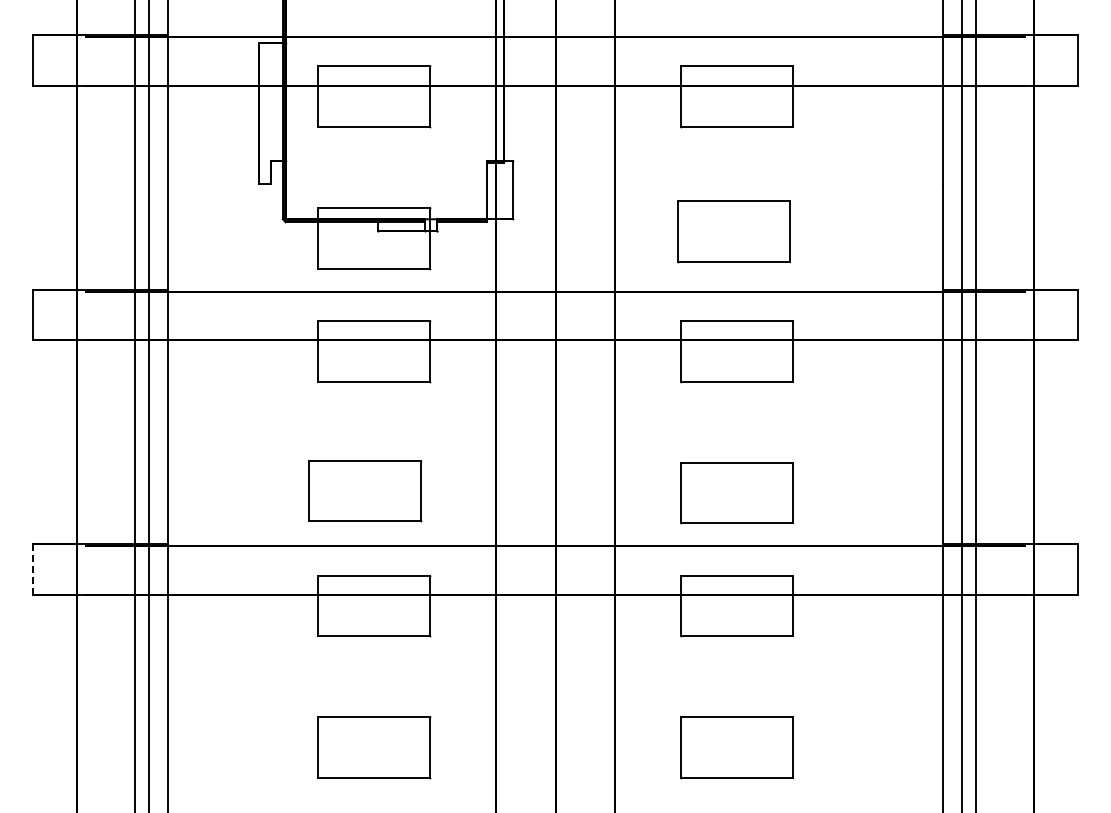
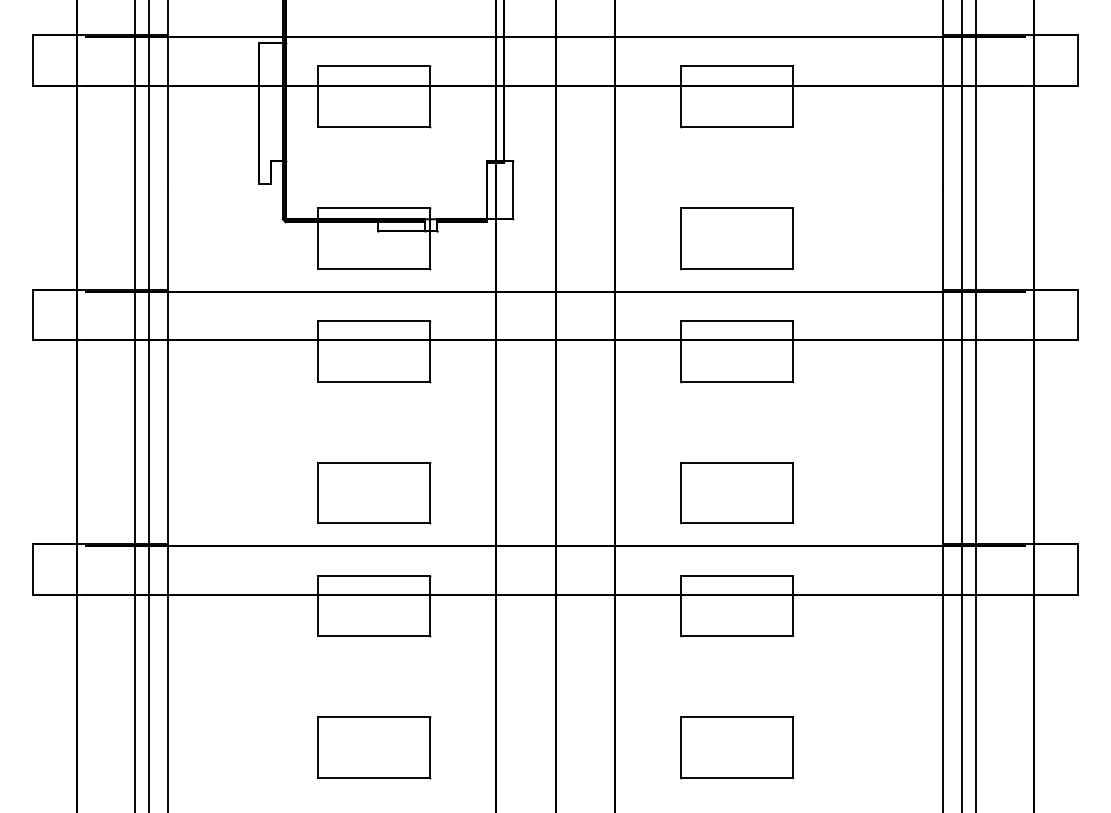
part at (733, 231) position: (733, 231) -> (736, 238)
part at (365, 491) position: (365, 491) -> (374, 493)
line at (33, 569): dashed -> solid
